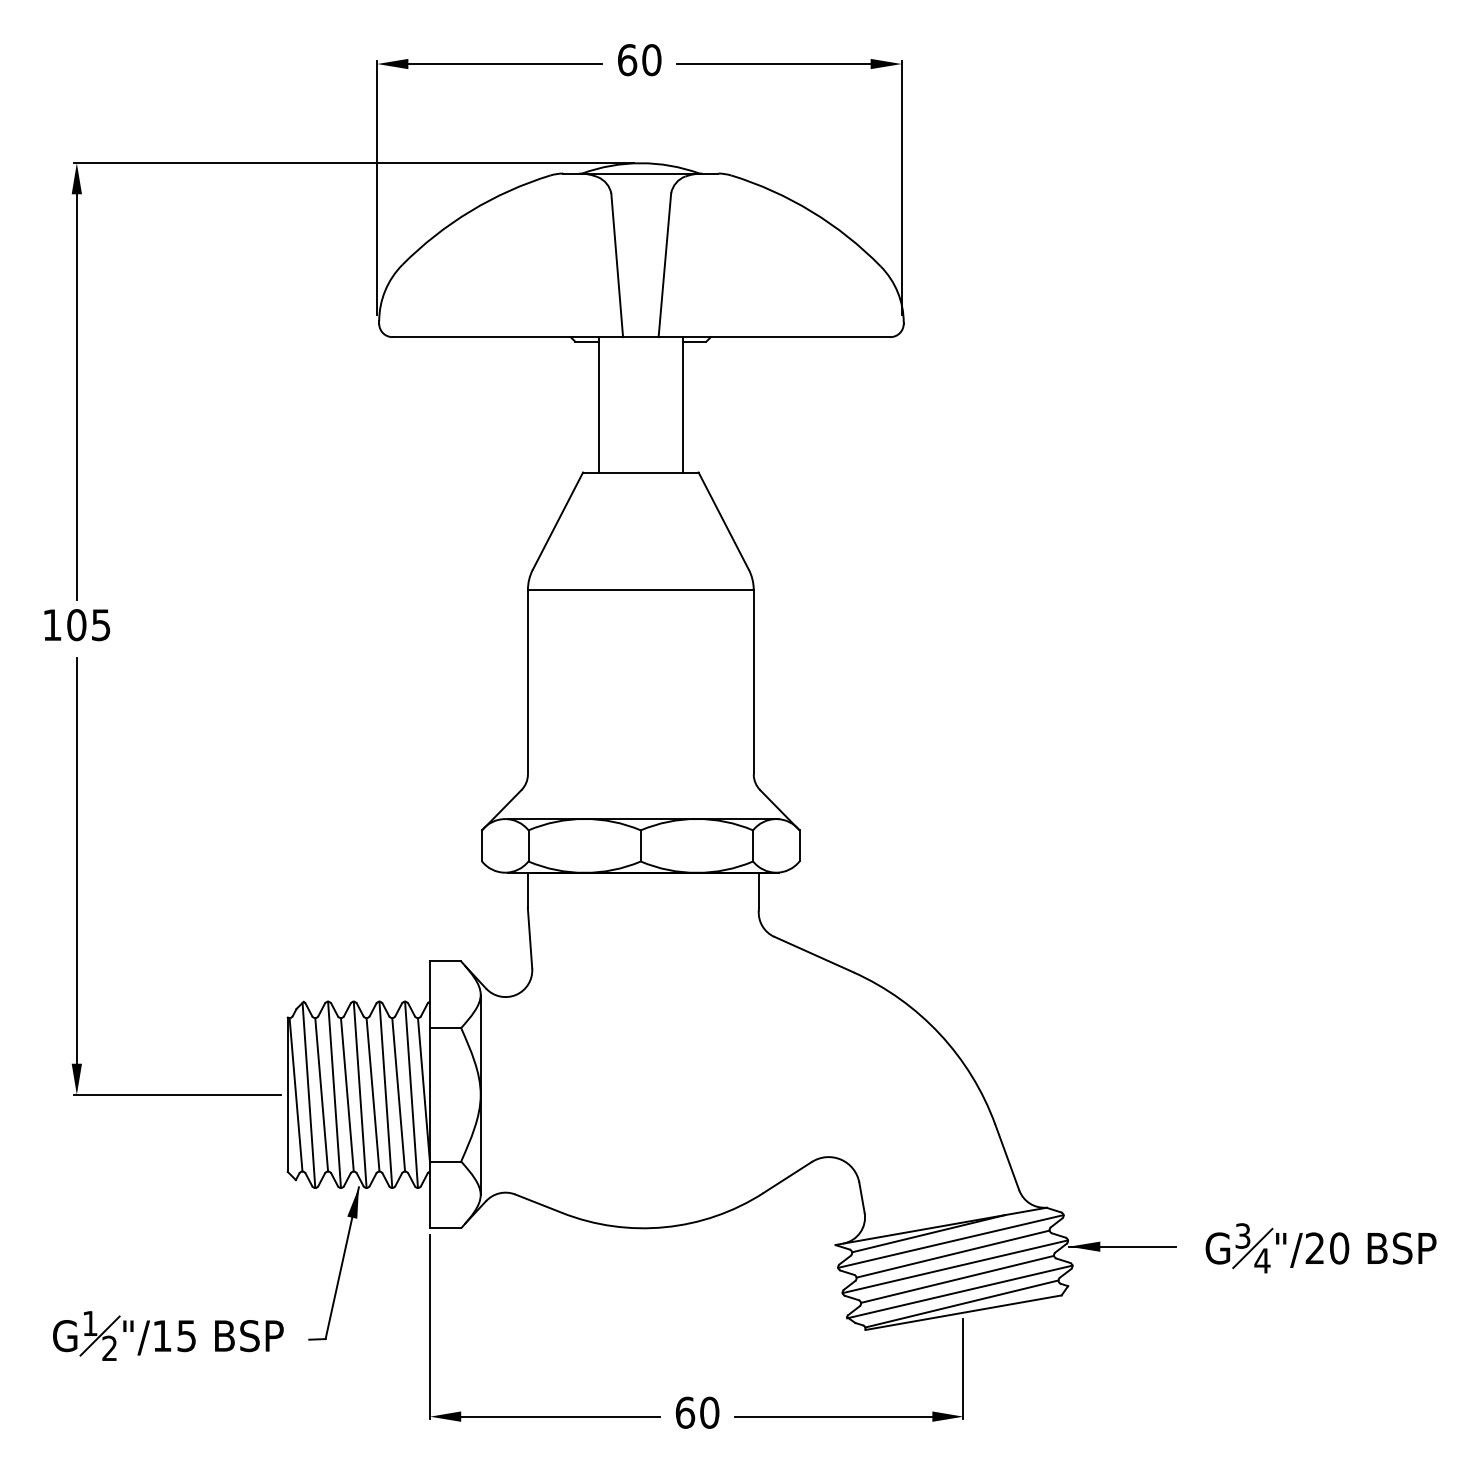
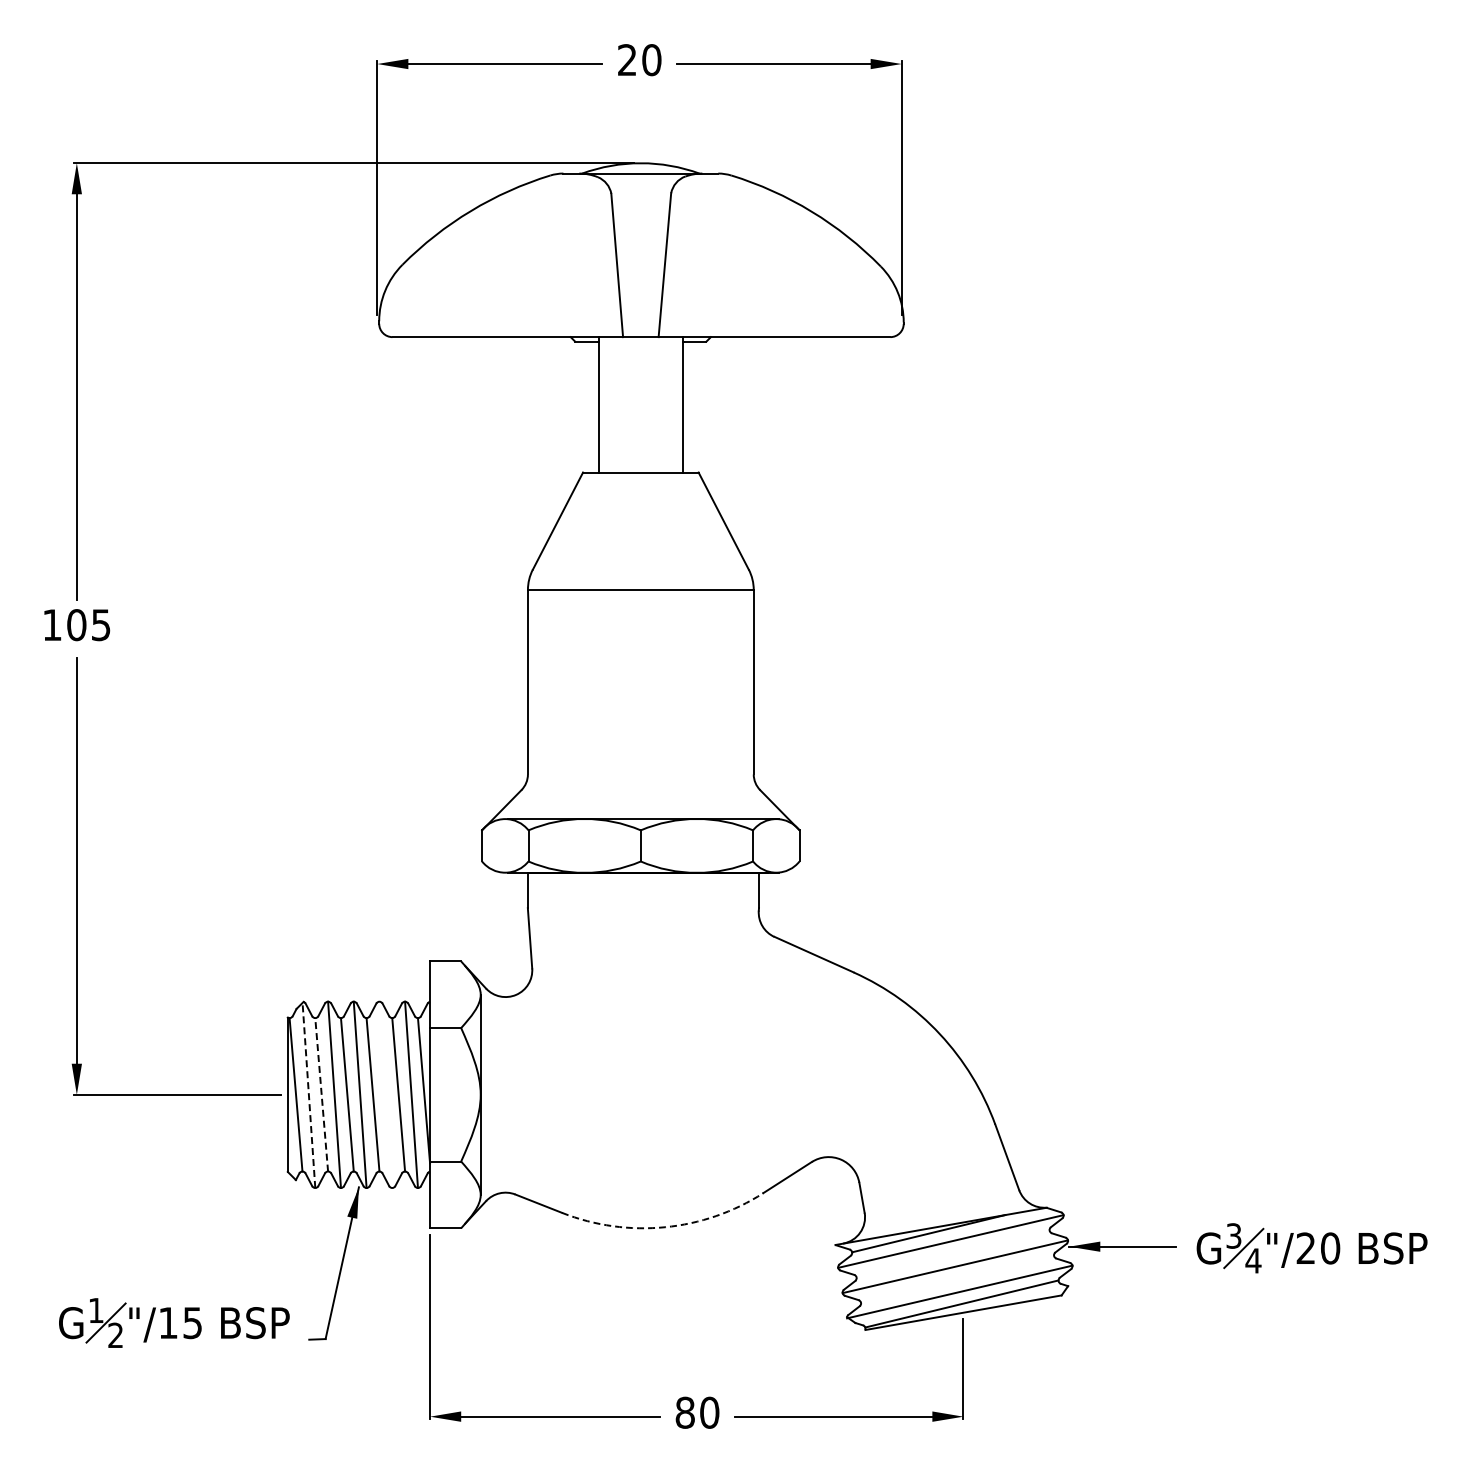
text at (627, 60): 60 -> 20
line at (321, 1094): solid -> dashed
line at (385, 1094): present -> none
line at (308, 1095): solid -> dashed
arc at (665, 1227): solid -> dashed
part at (1320, 1248) position: (1320, 1248) -> (1311, 1248)
line at (952, 1253): present -> none
line at (957, 1278): present -> none
part at (168, 1335) position: (168, 1335) -> (174, 1322)
text at (685, 1412): 60 -> 80
